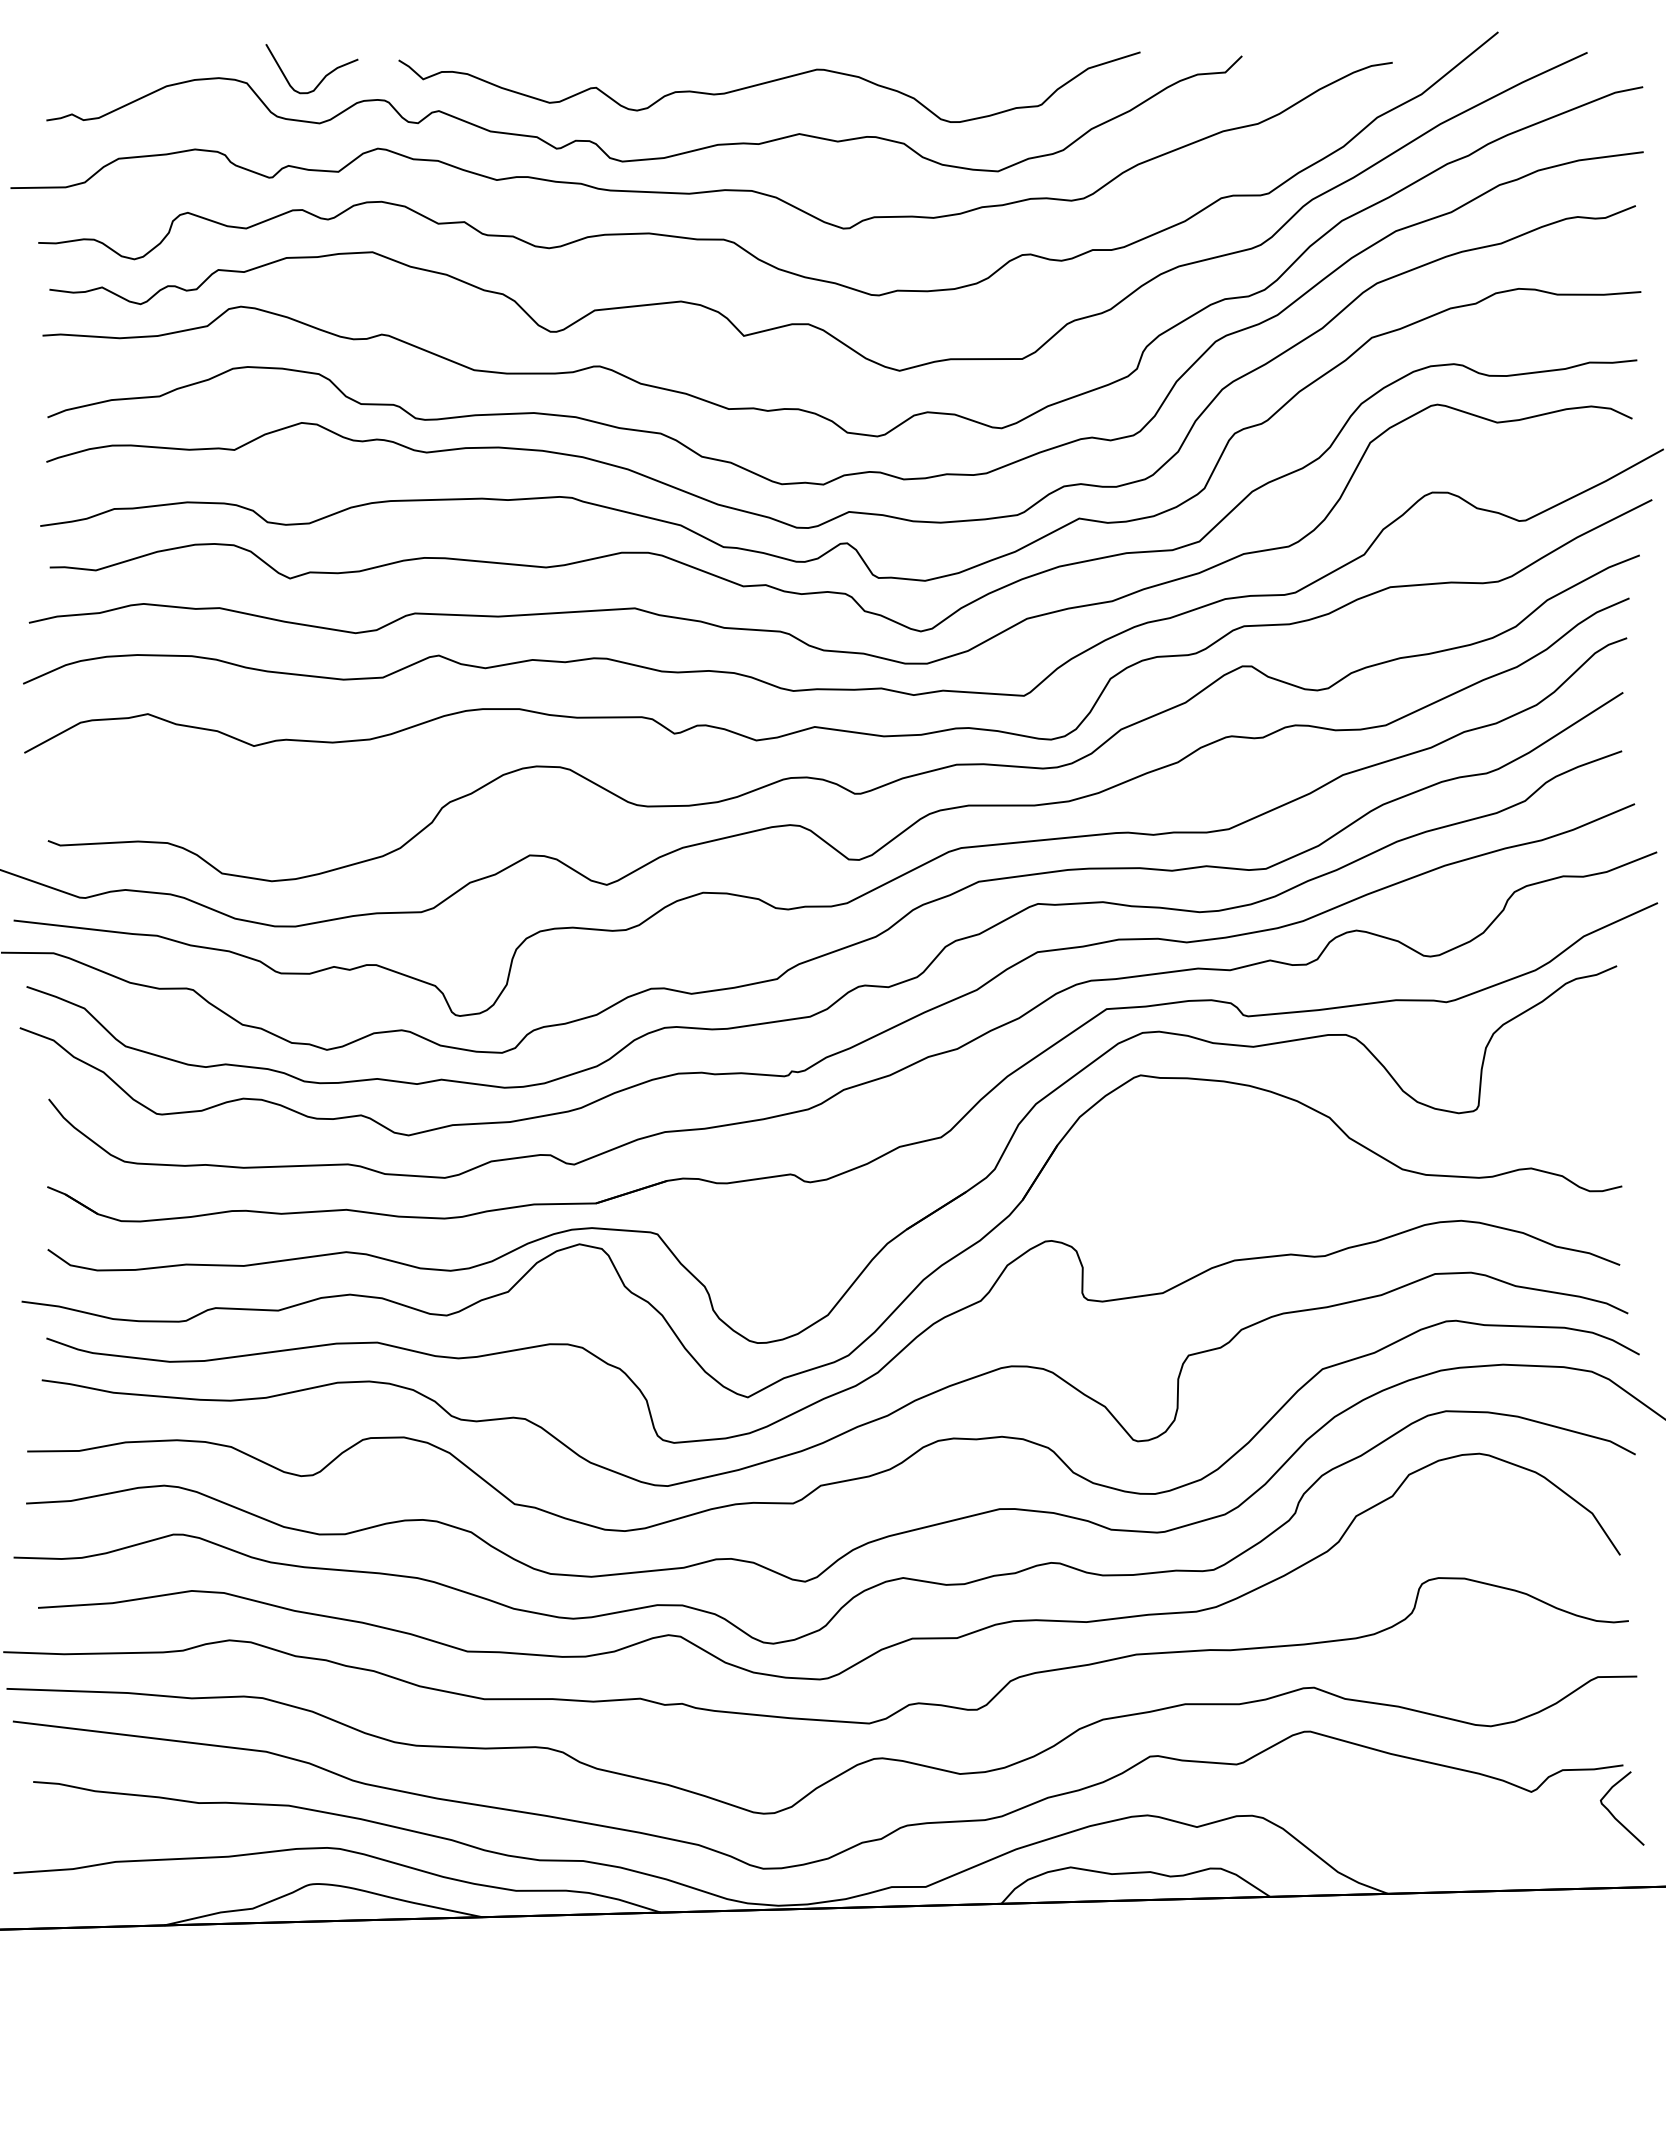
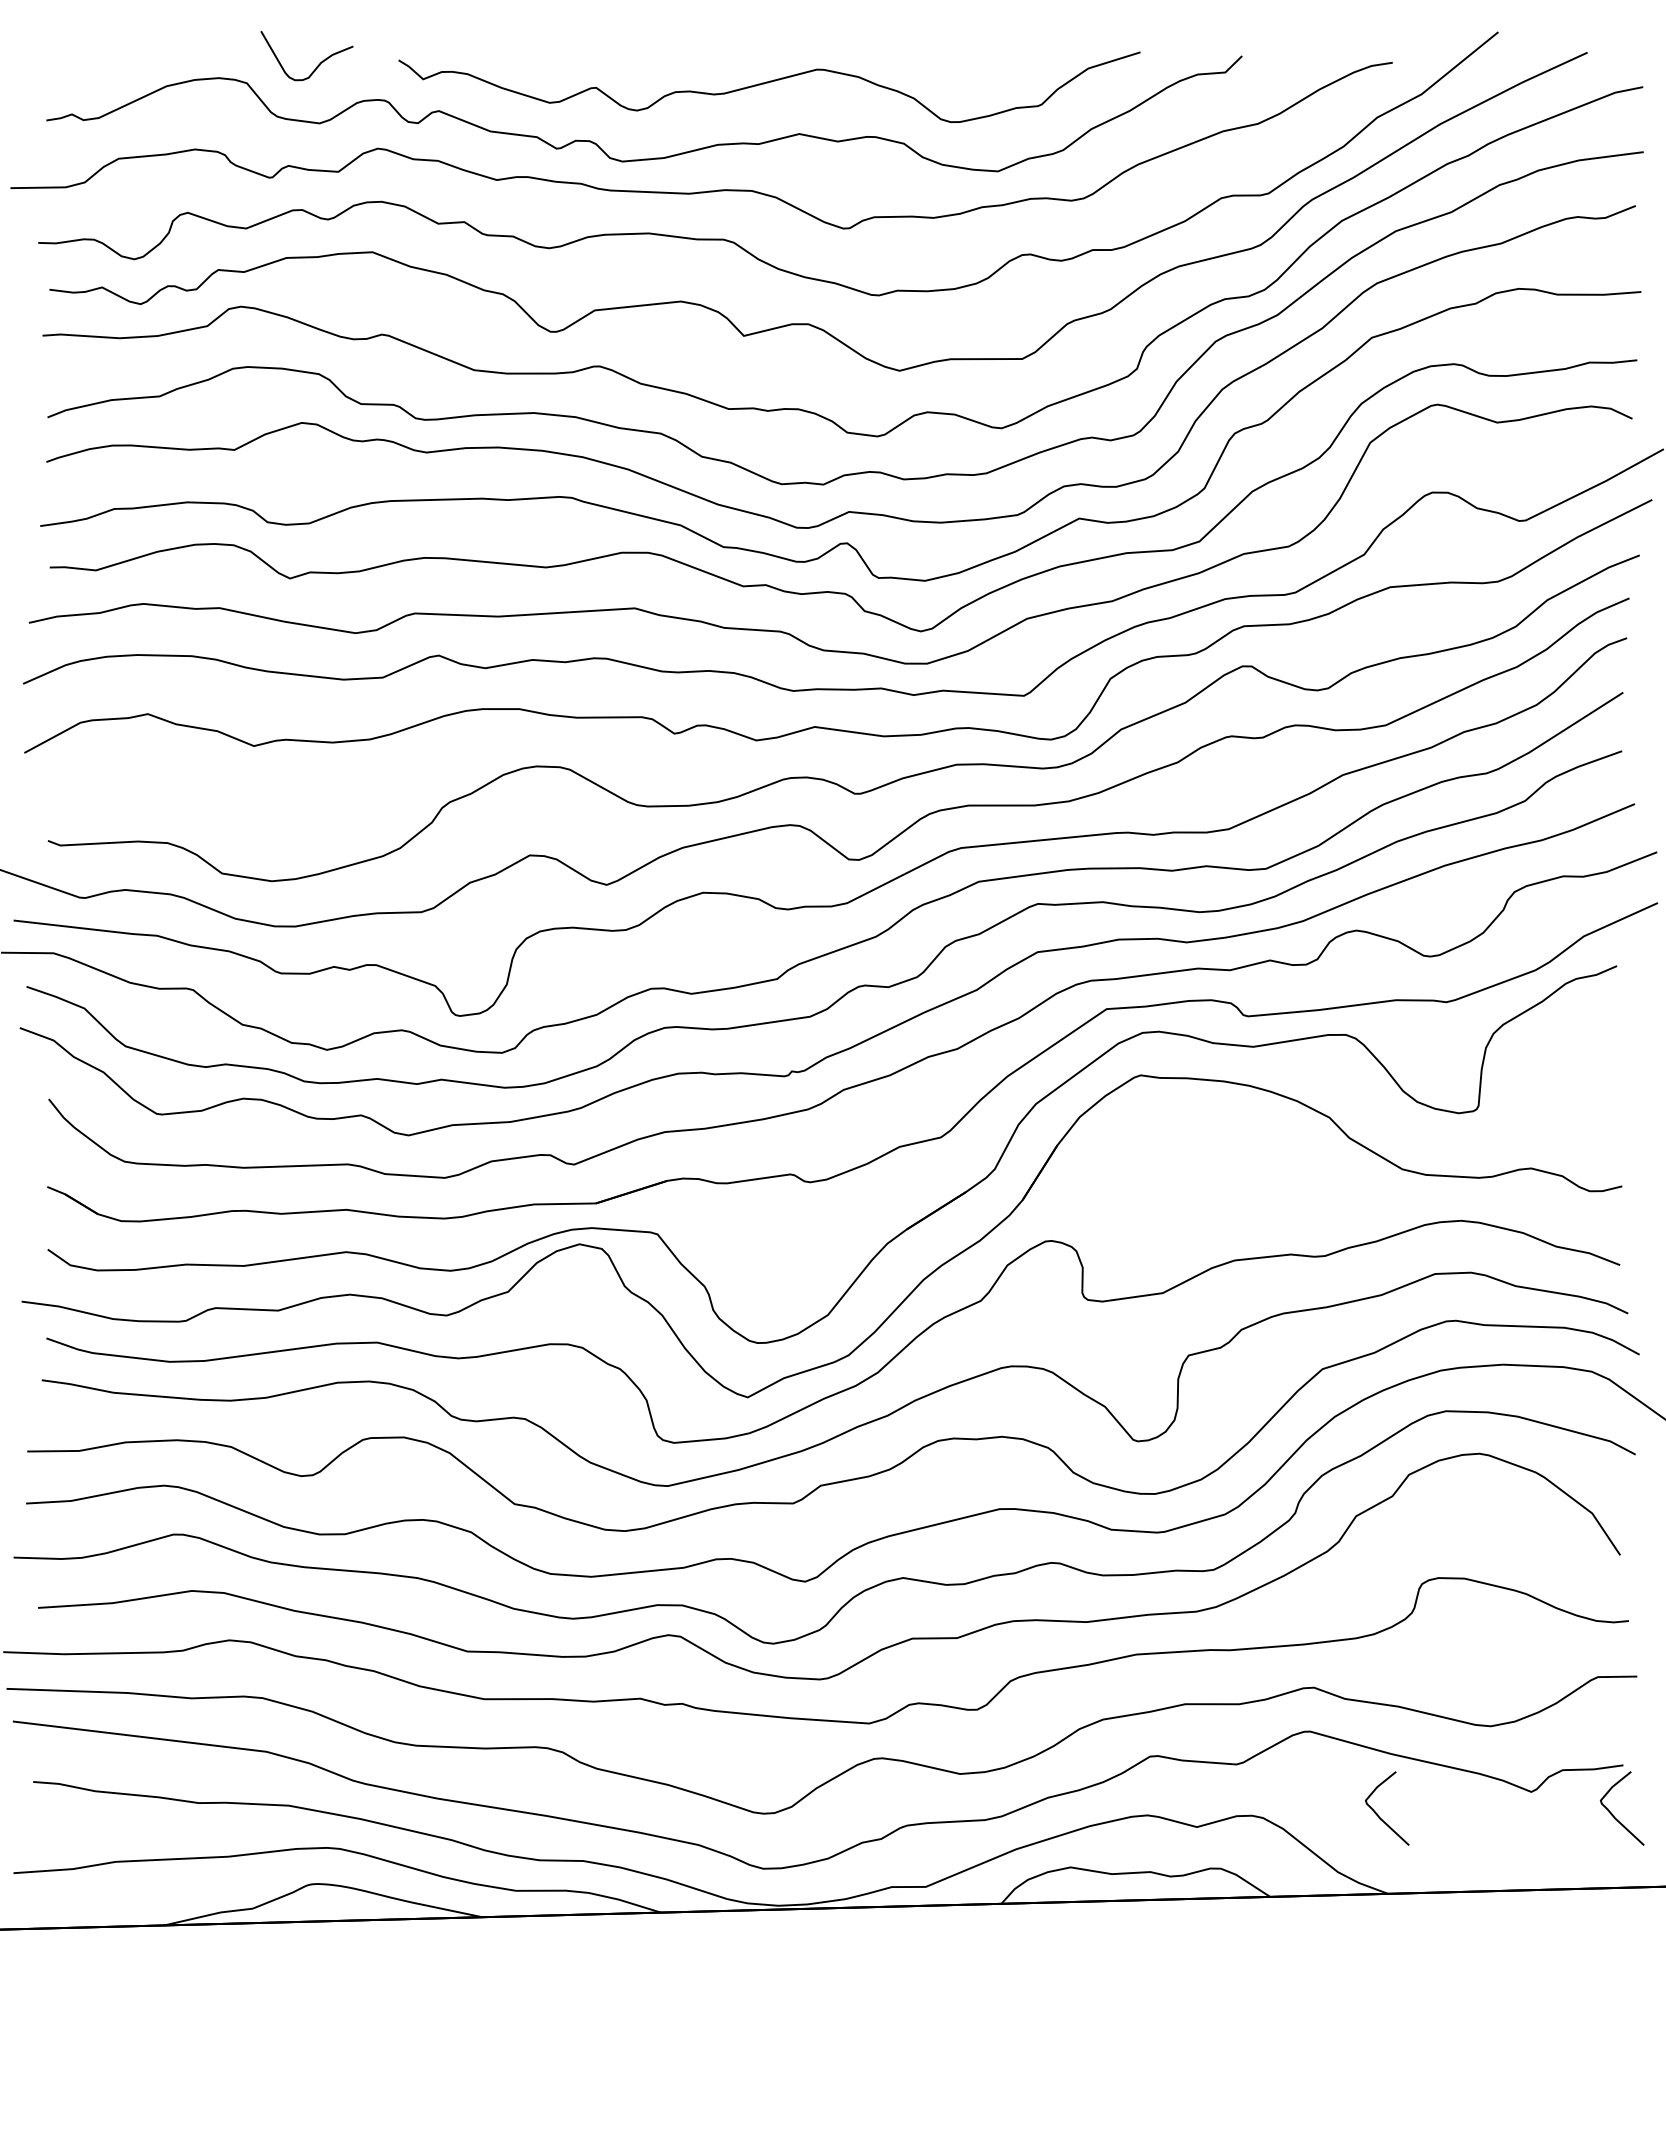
curve at (321, 79) position: (321, 79) -> (316, 66)
curve at (1378, 1814): none -> present
